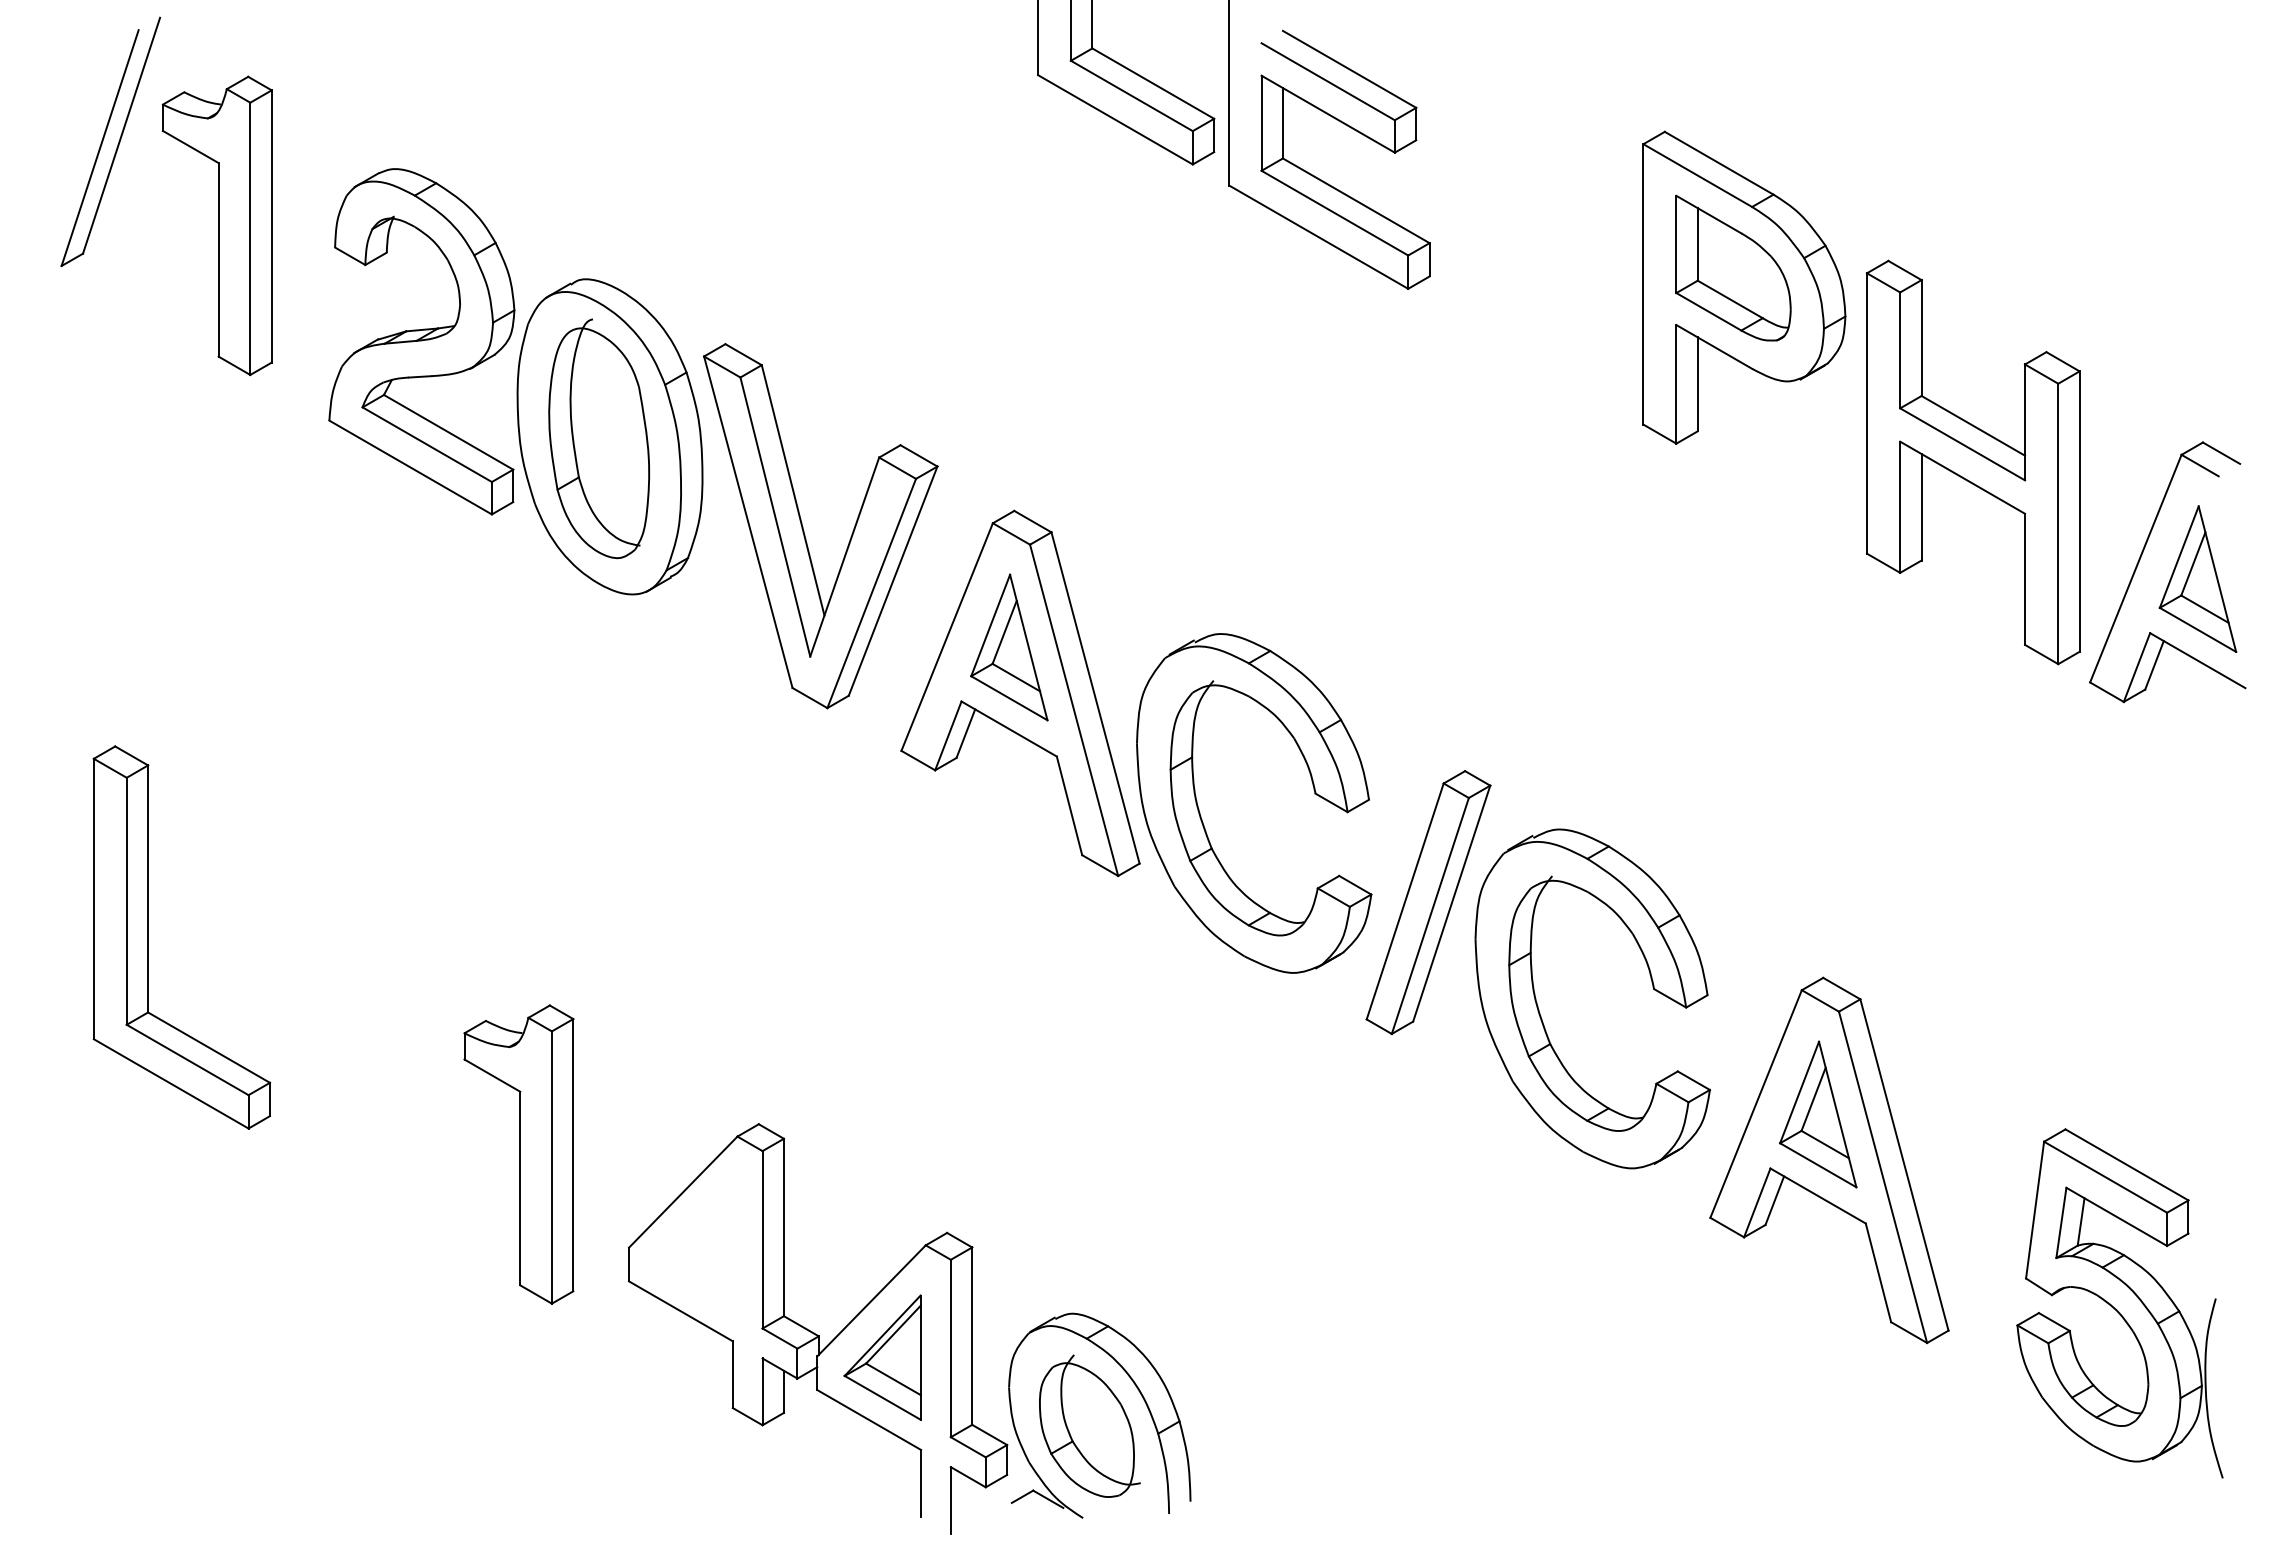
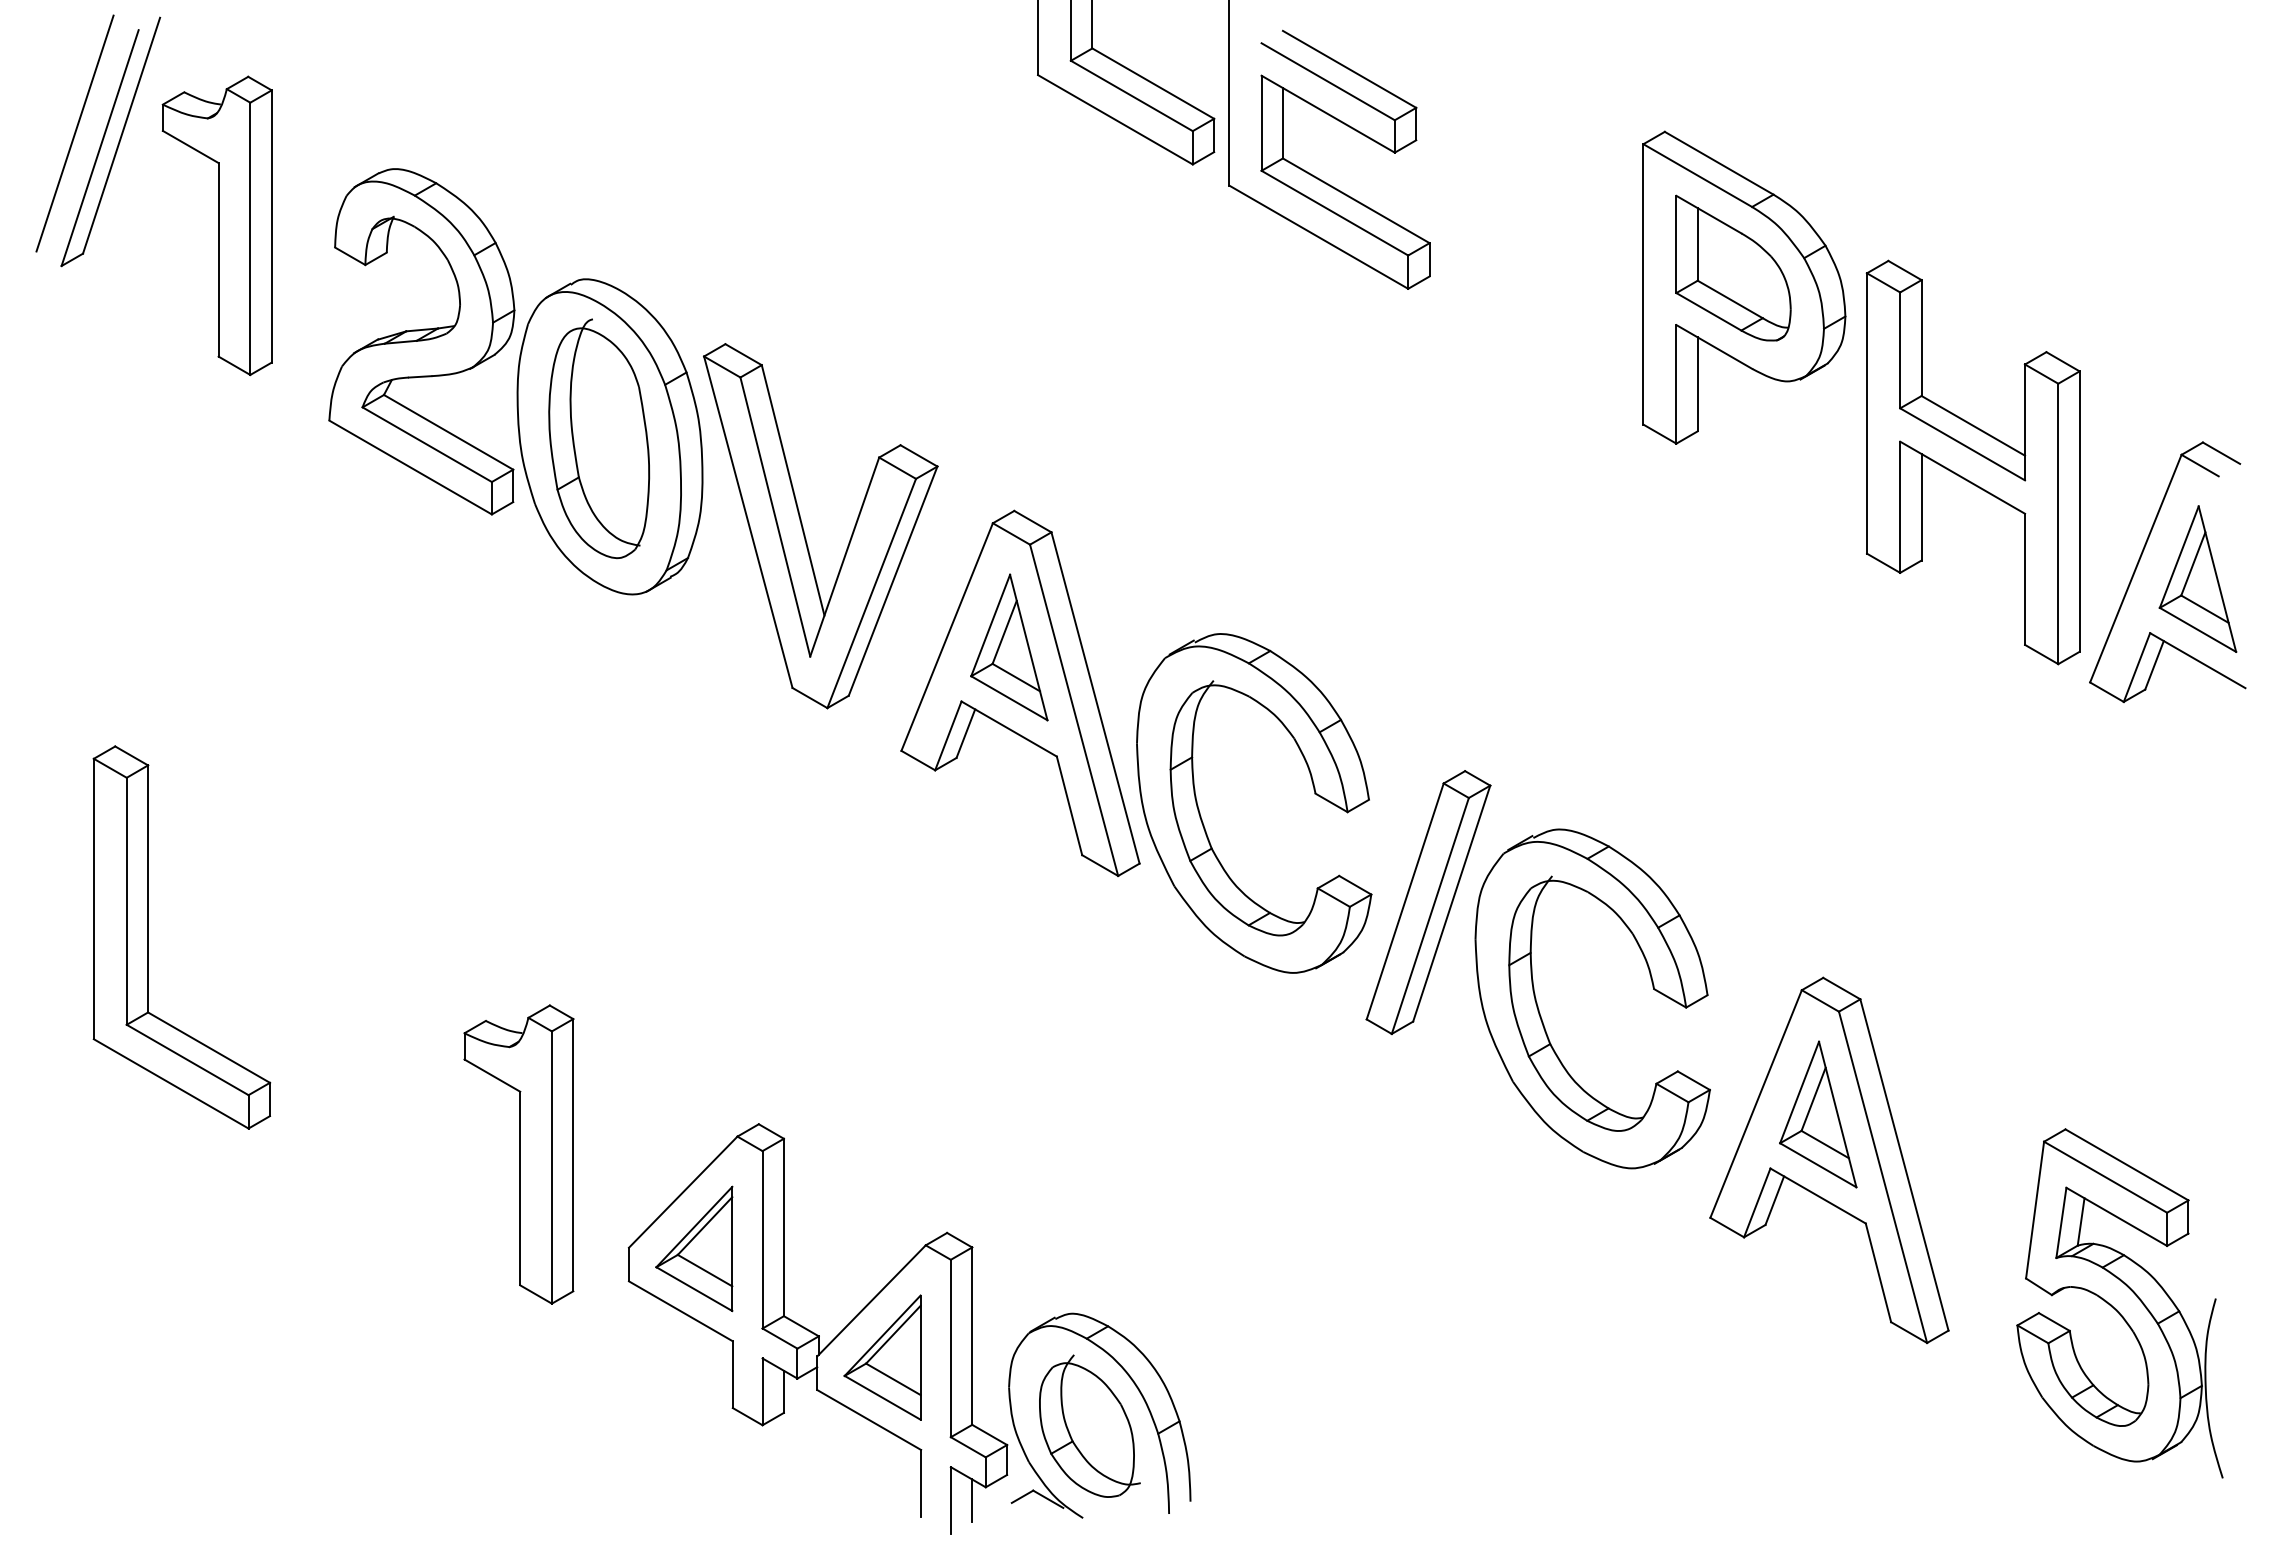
line at (74, 133): none -> present
part at (694, 1248): none -> present
line at (972, 1500): none -> present
